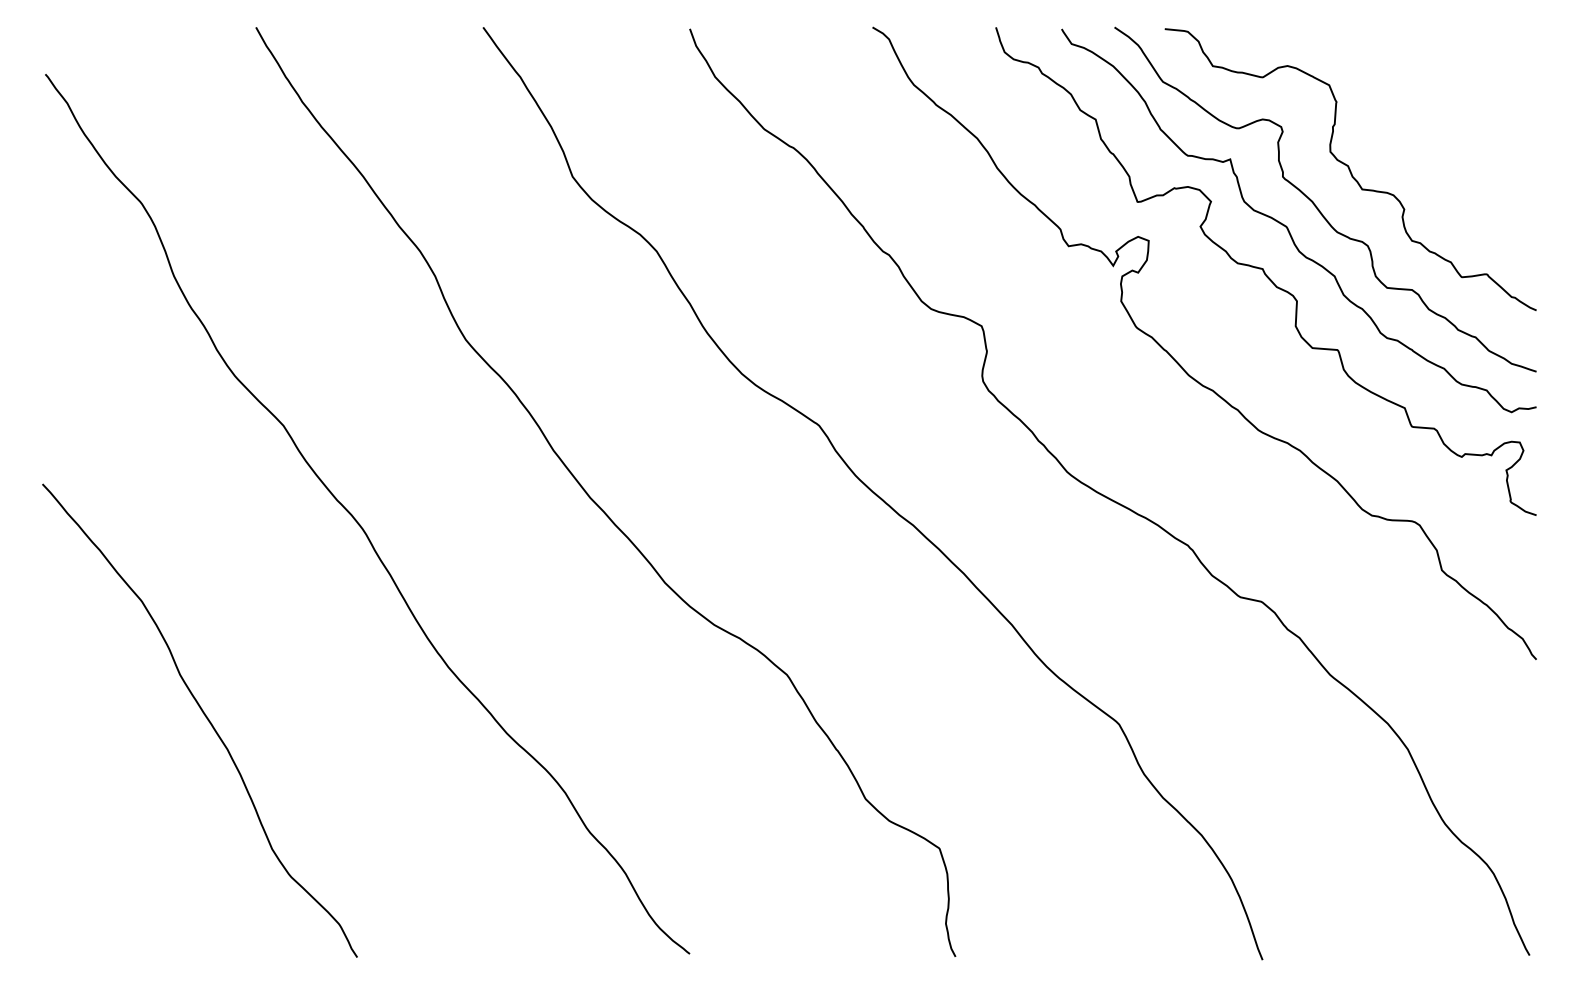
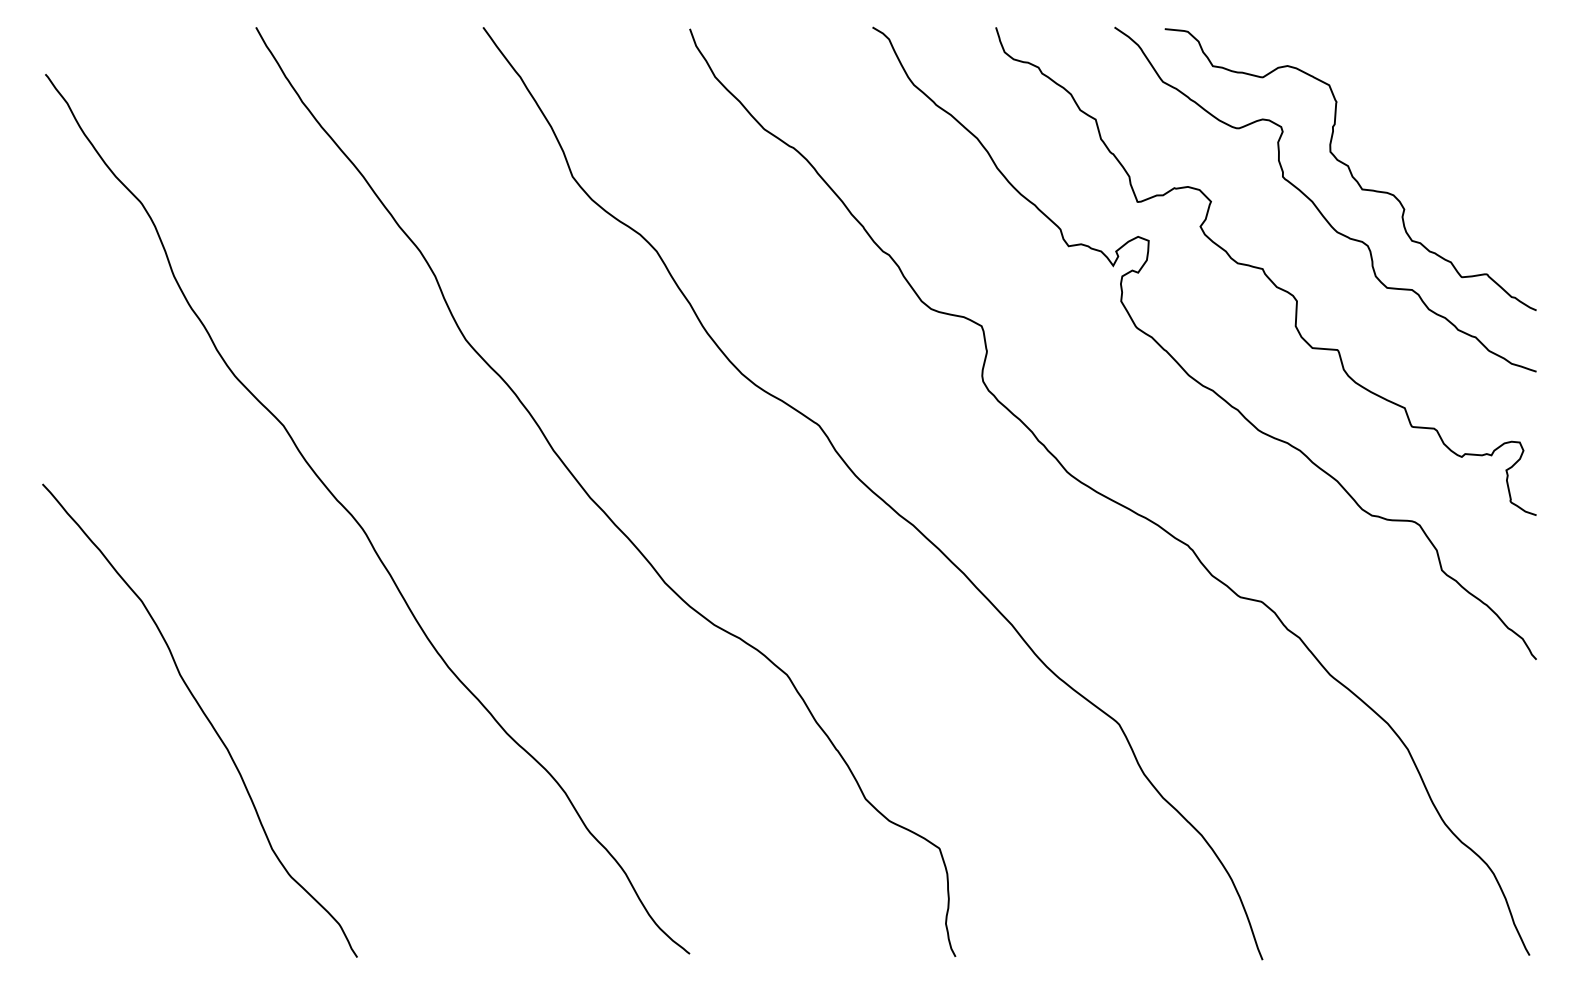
curve at (1287, 226): present -> none
